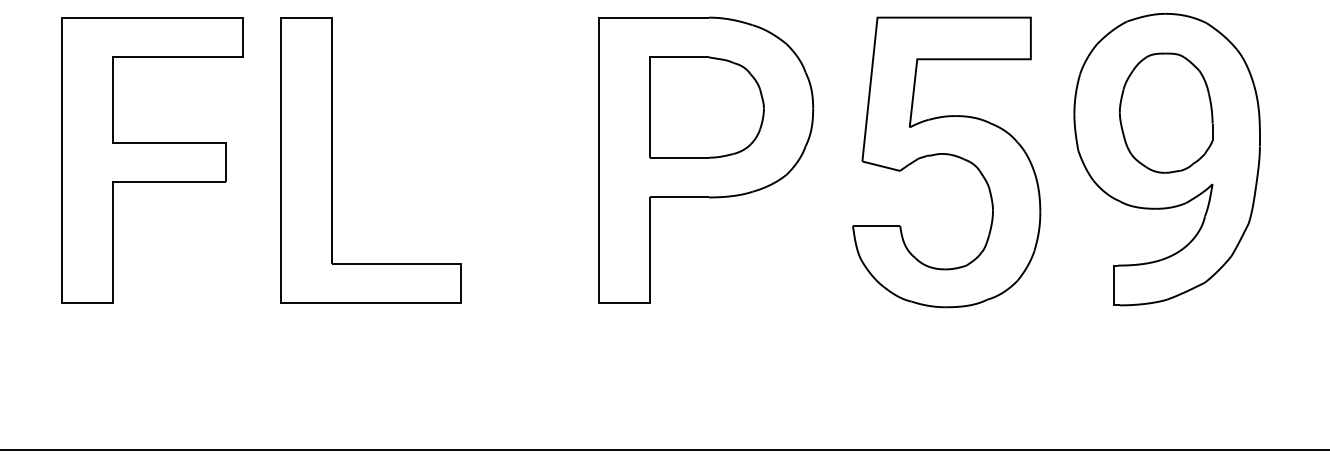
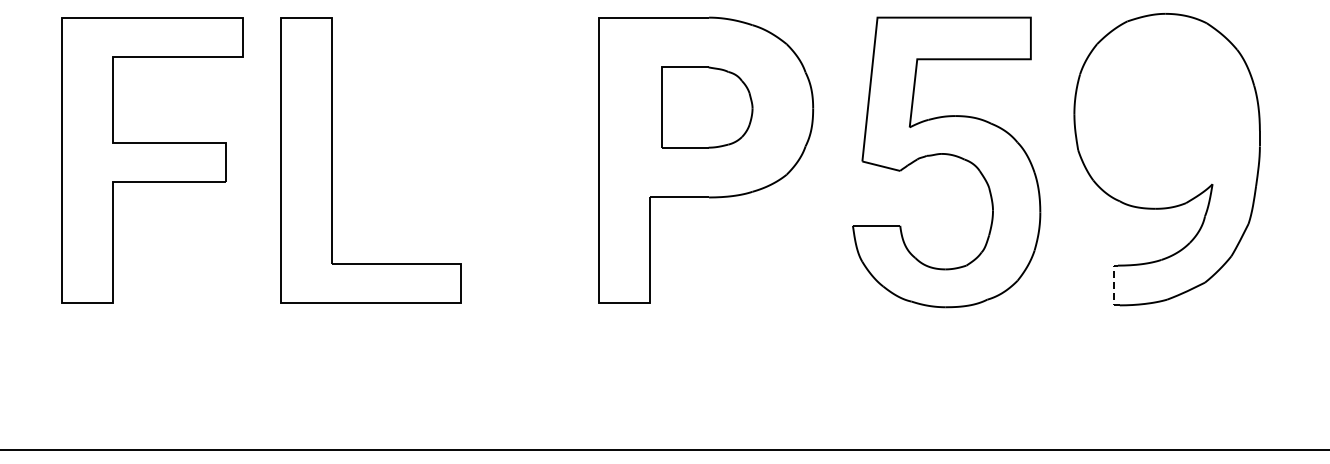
part at (706, 107) size: 116x103 px -> 93x83 px
part at (1166, 112): present -> none
line at (1114, 286): solid -> dashed
